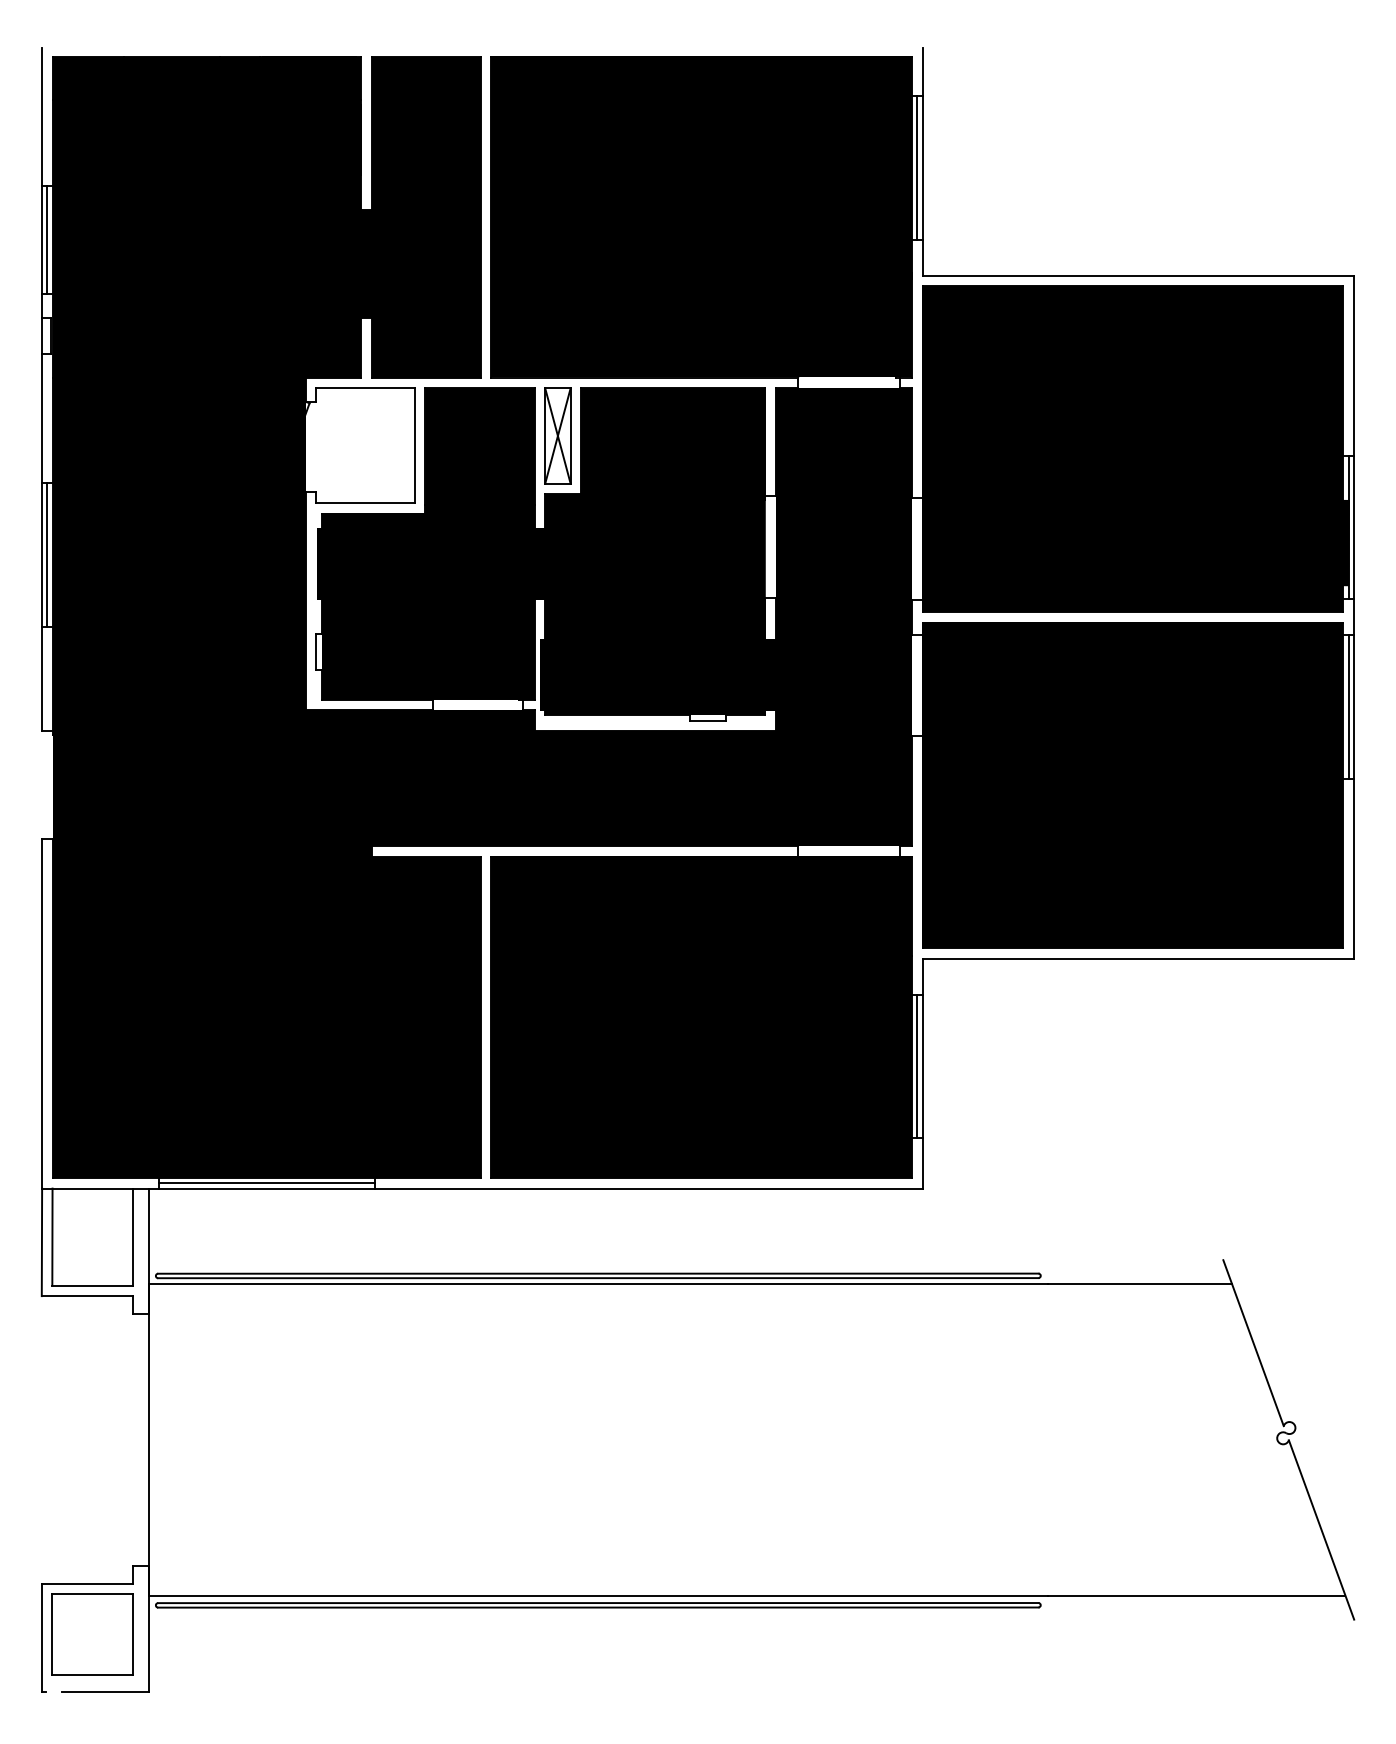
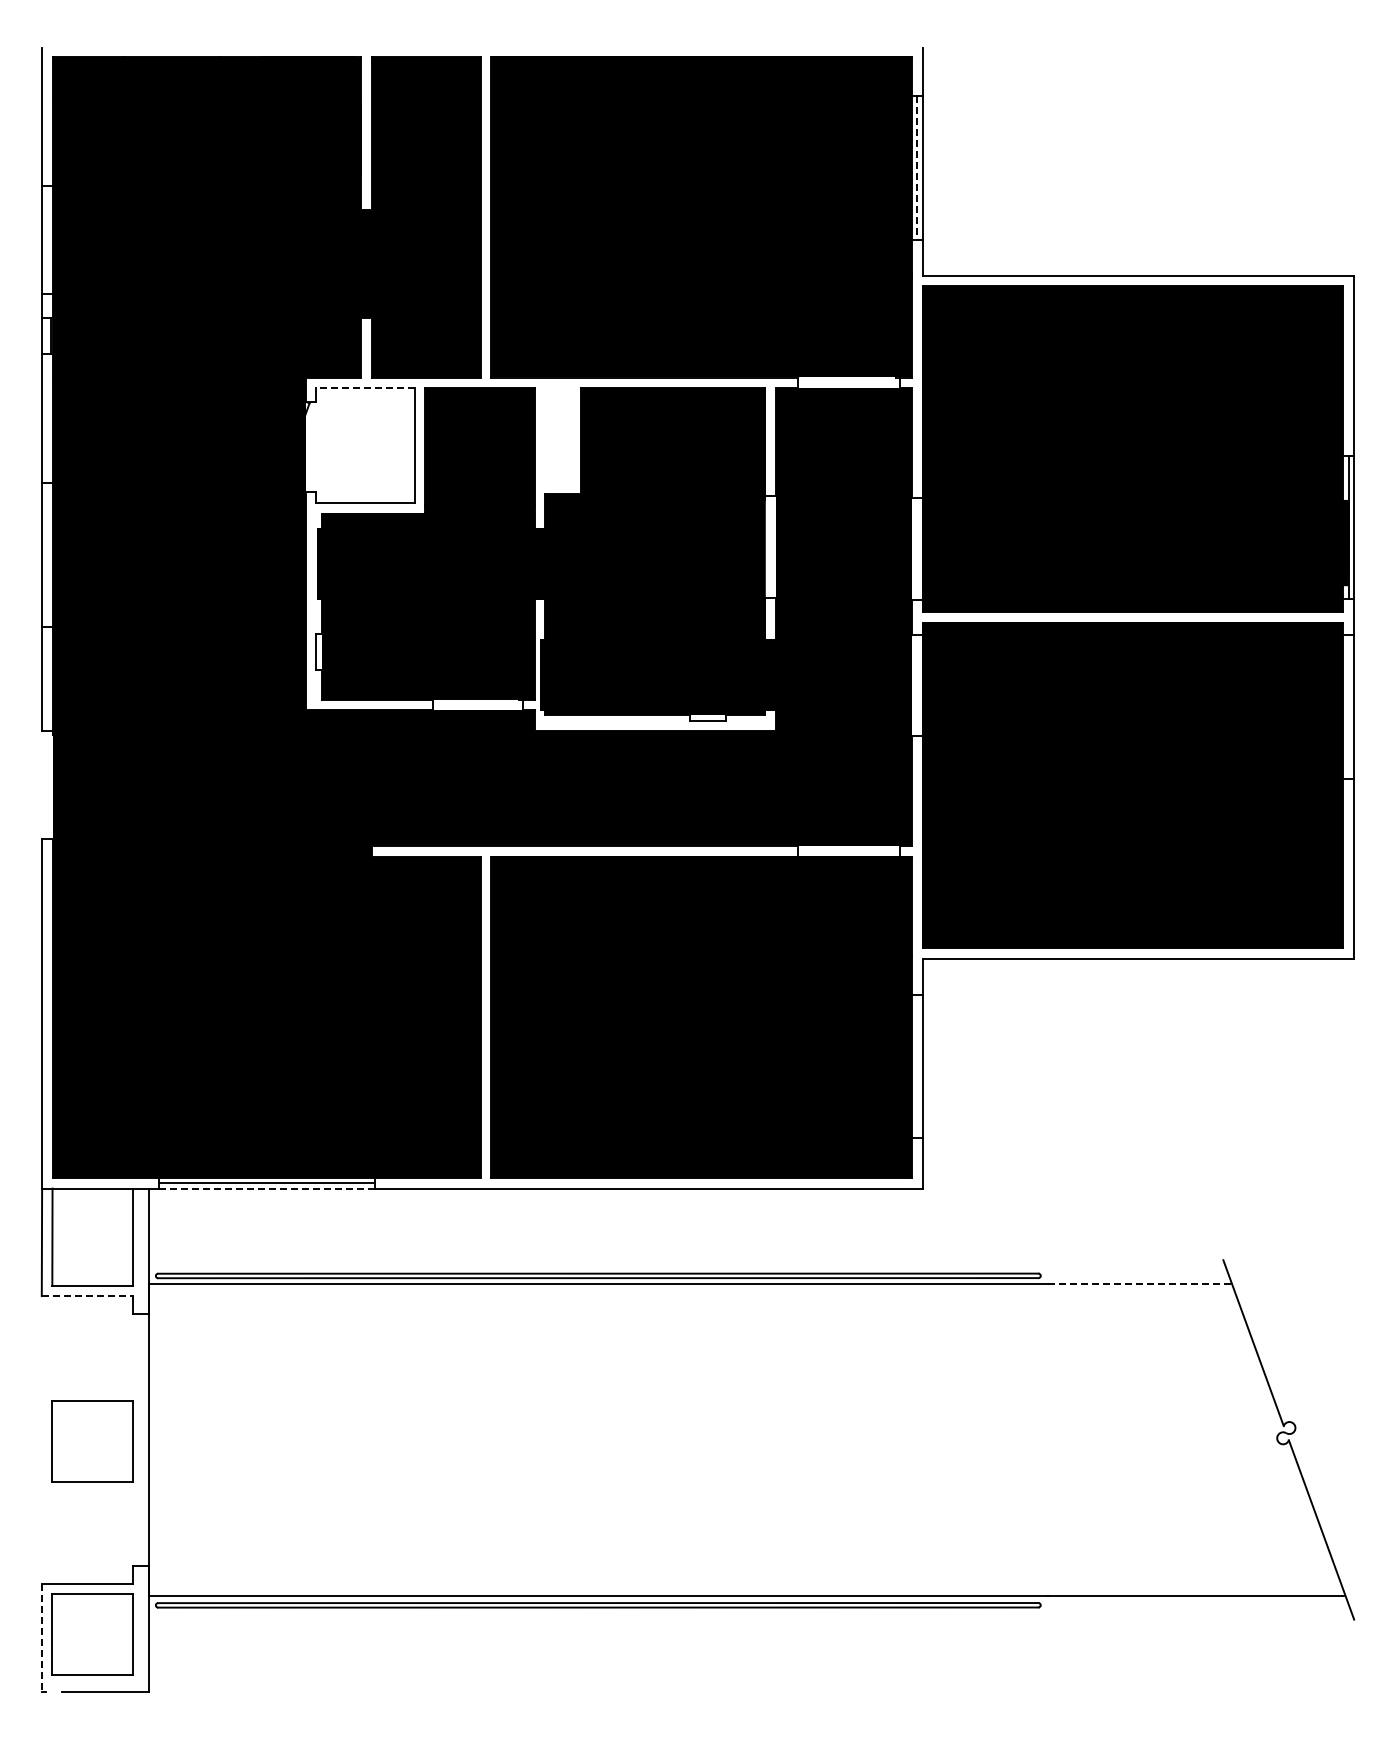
line at (917, 168): solid -> dashed
line at (47, 239): present -> none
line at (365, 388): solid -> dashed
part at (557, 435): present -> none
line at (47, 554): present -> none
line at (1348, 707): present -> none
line at (917, 1066): present -> none
line at (266, 1188): solid -> dashed
line at (1140, 1284): solid -> dashed
line at (87, 1296): solid -> dashed
part at (92, 1441): none -> present
line at (41, 1637): solid -> dashed
